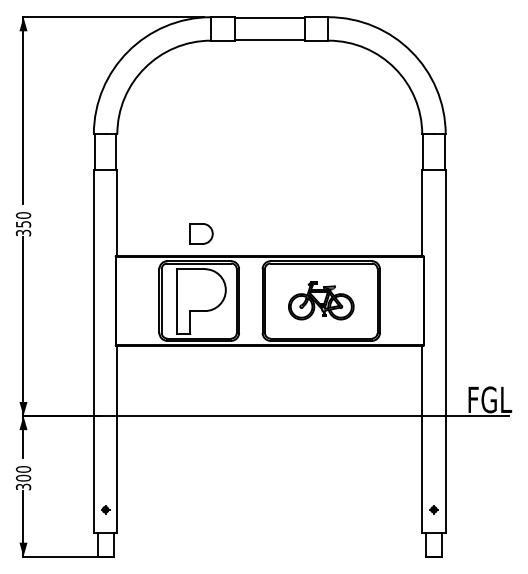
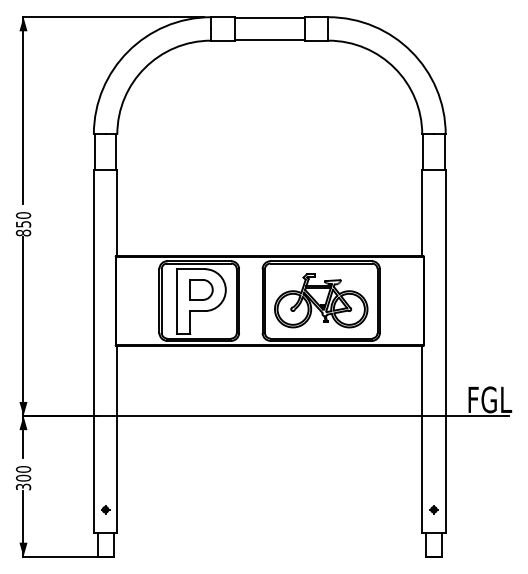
text at (23, 232): 350 -> 850
part at (201, 233) position: (201, 233) -> (201, 289)
part at (321, 300) size: 67x40 px -> 95x56 px
